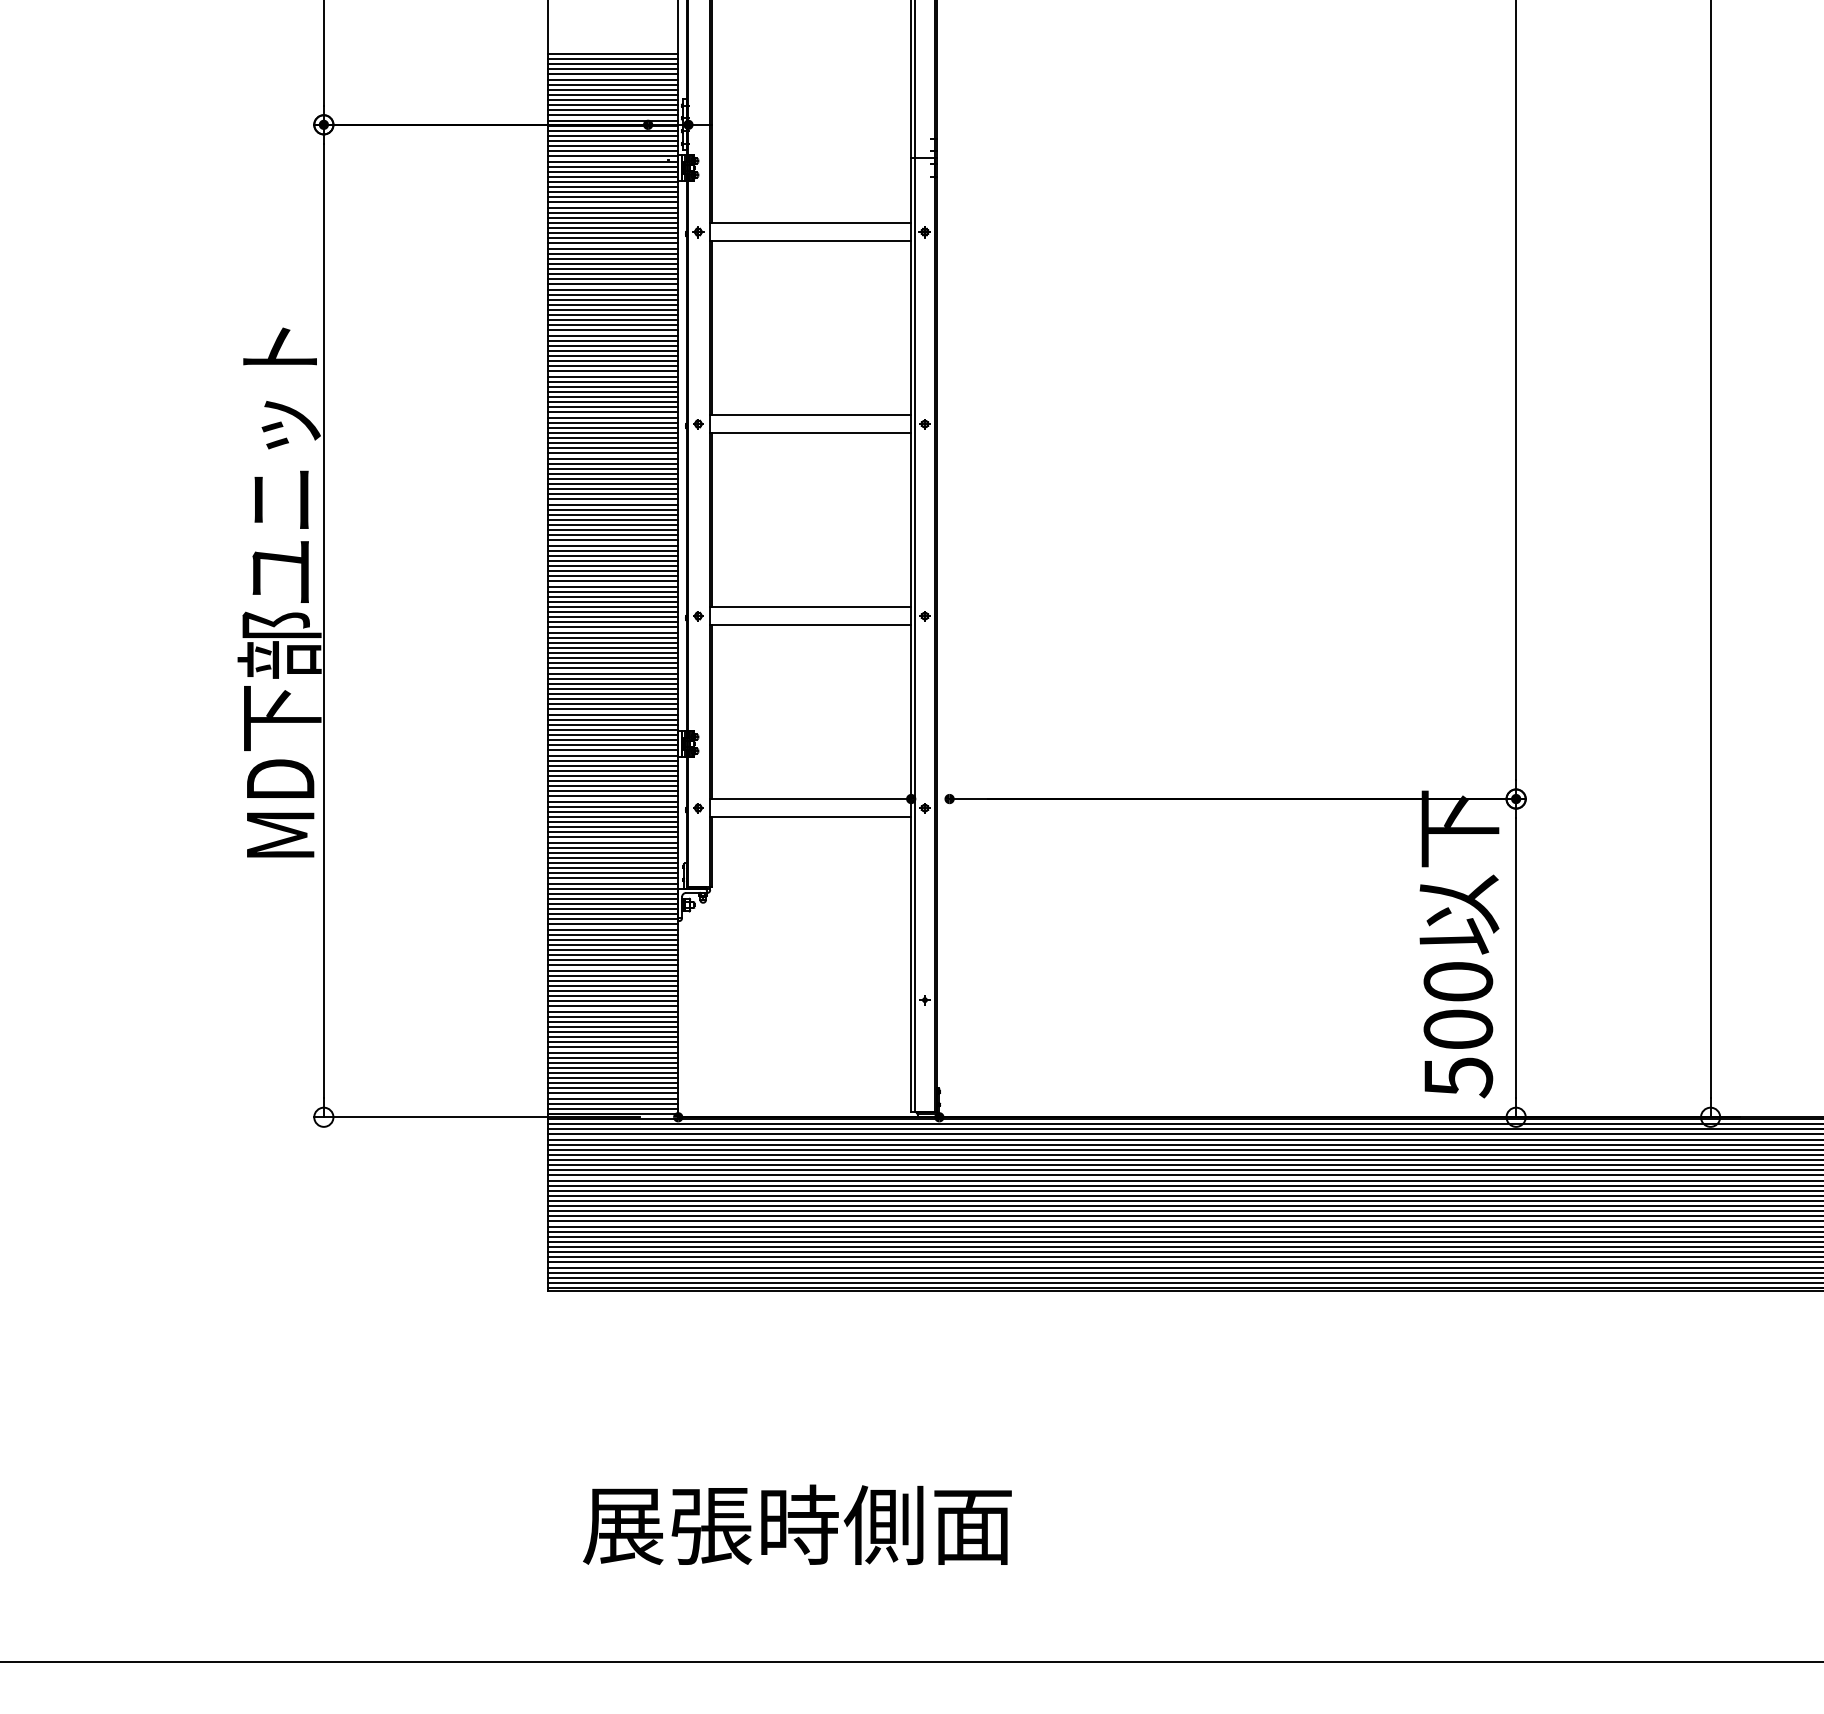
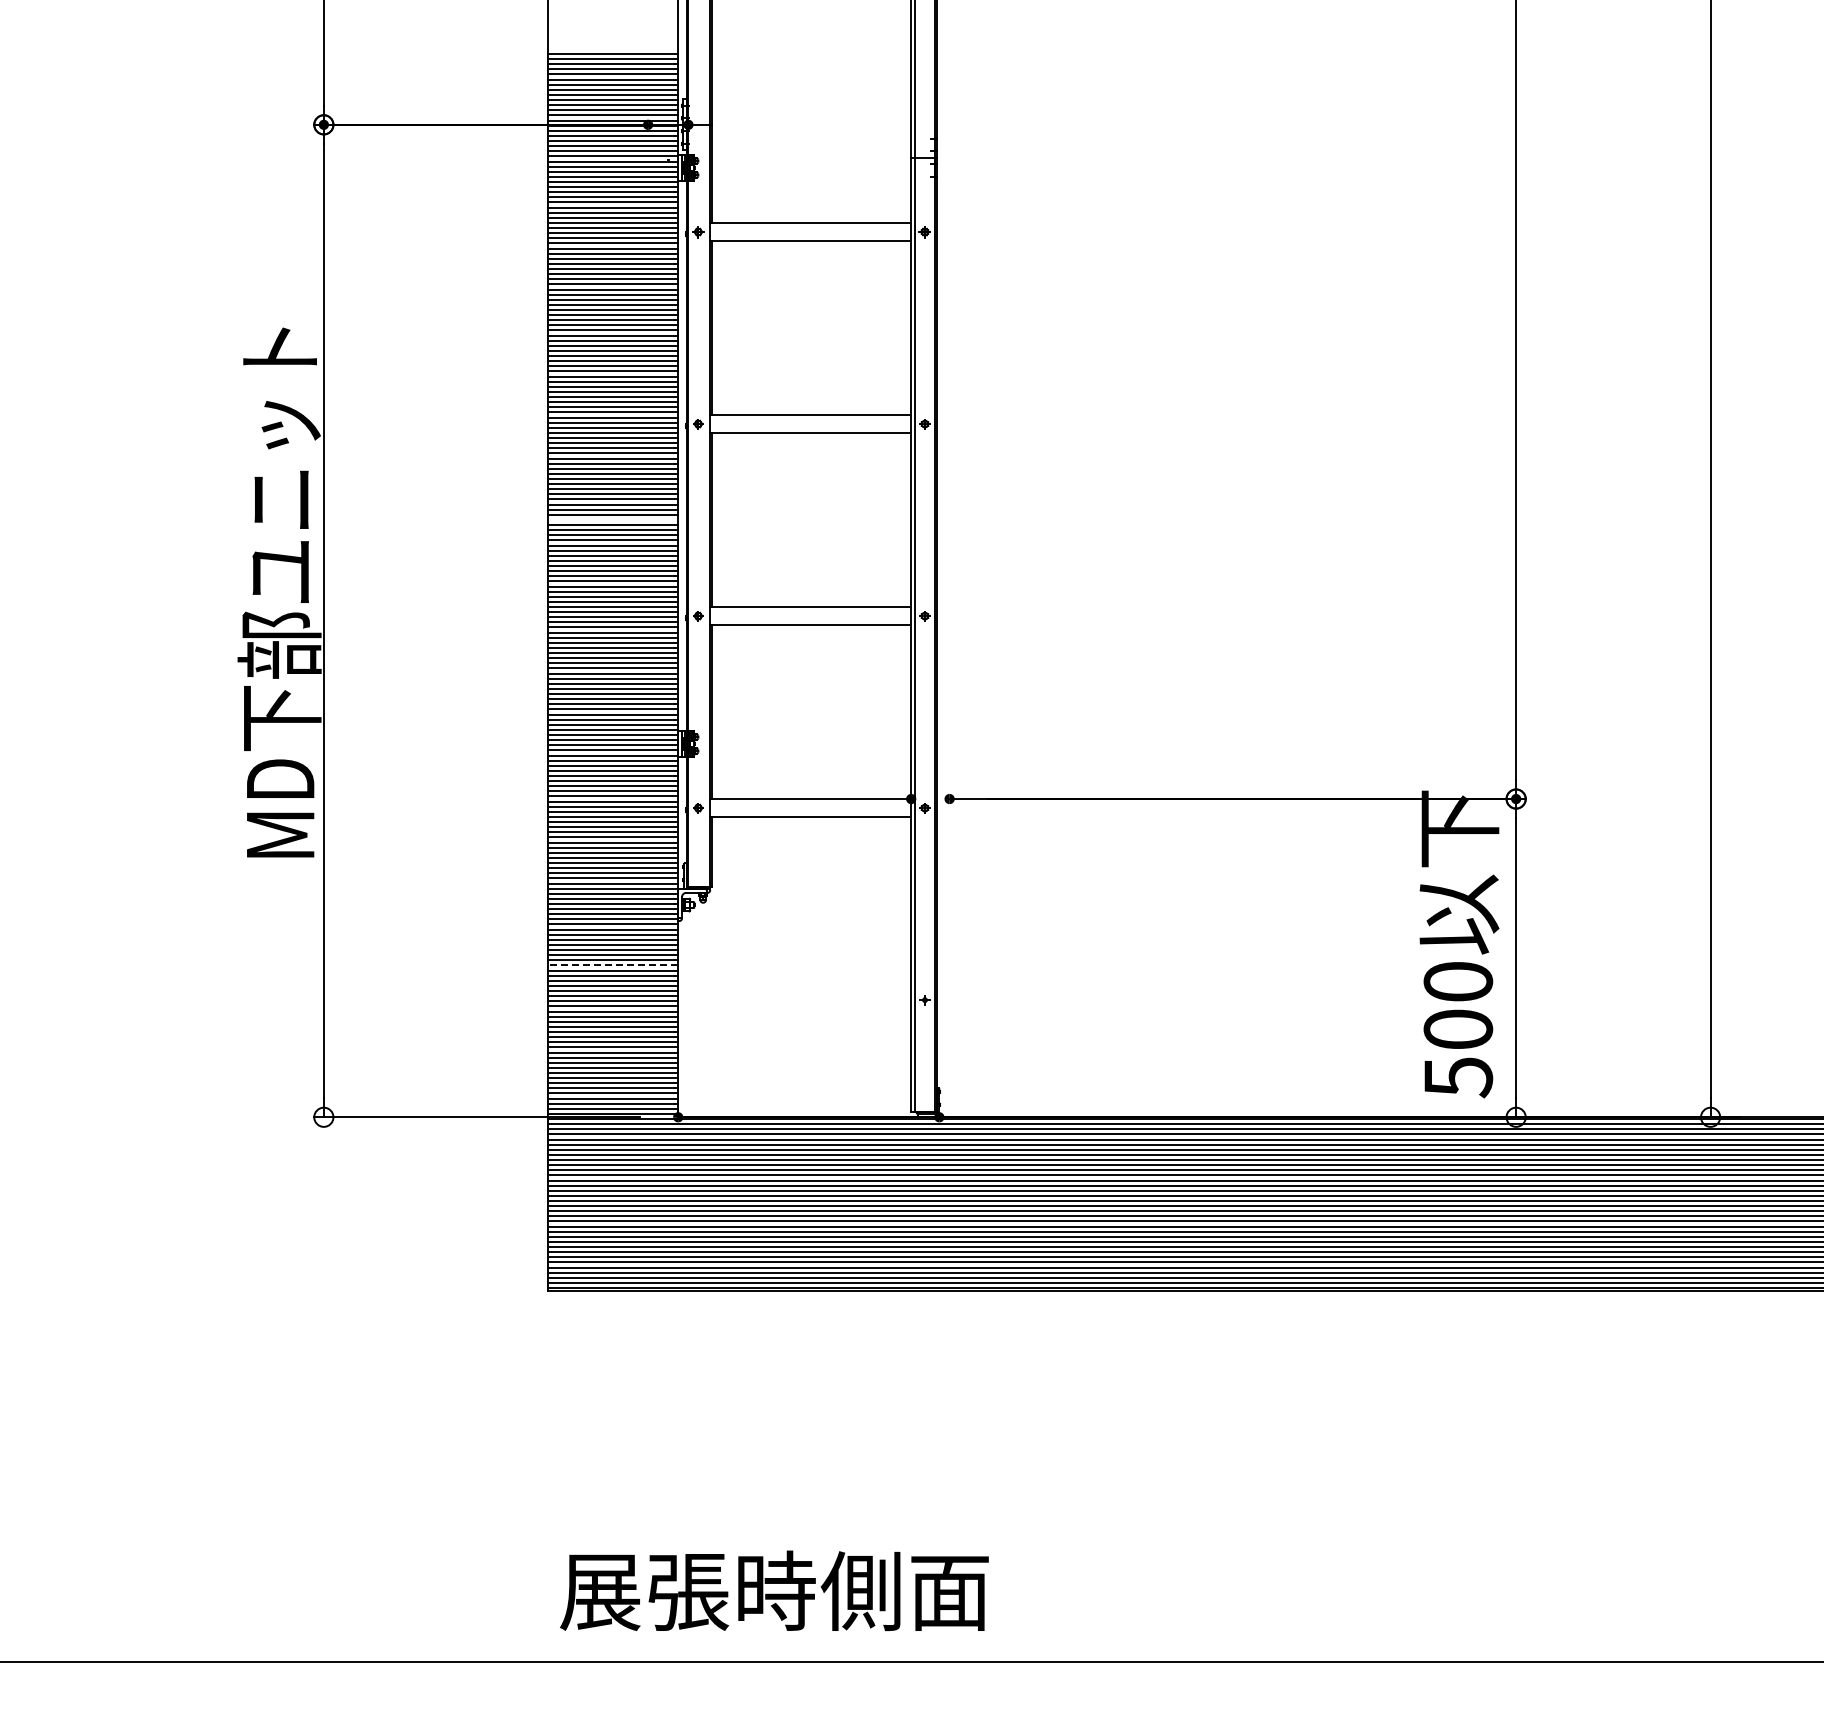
line at (613, 519): present -> none
line at (613, 965): solid -> dashed
text at (797, 1524) position: (797, 1524) -> (774, 1590)
